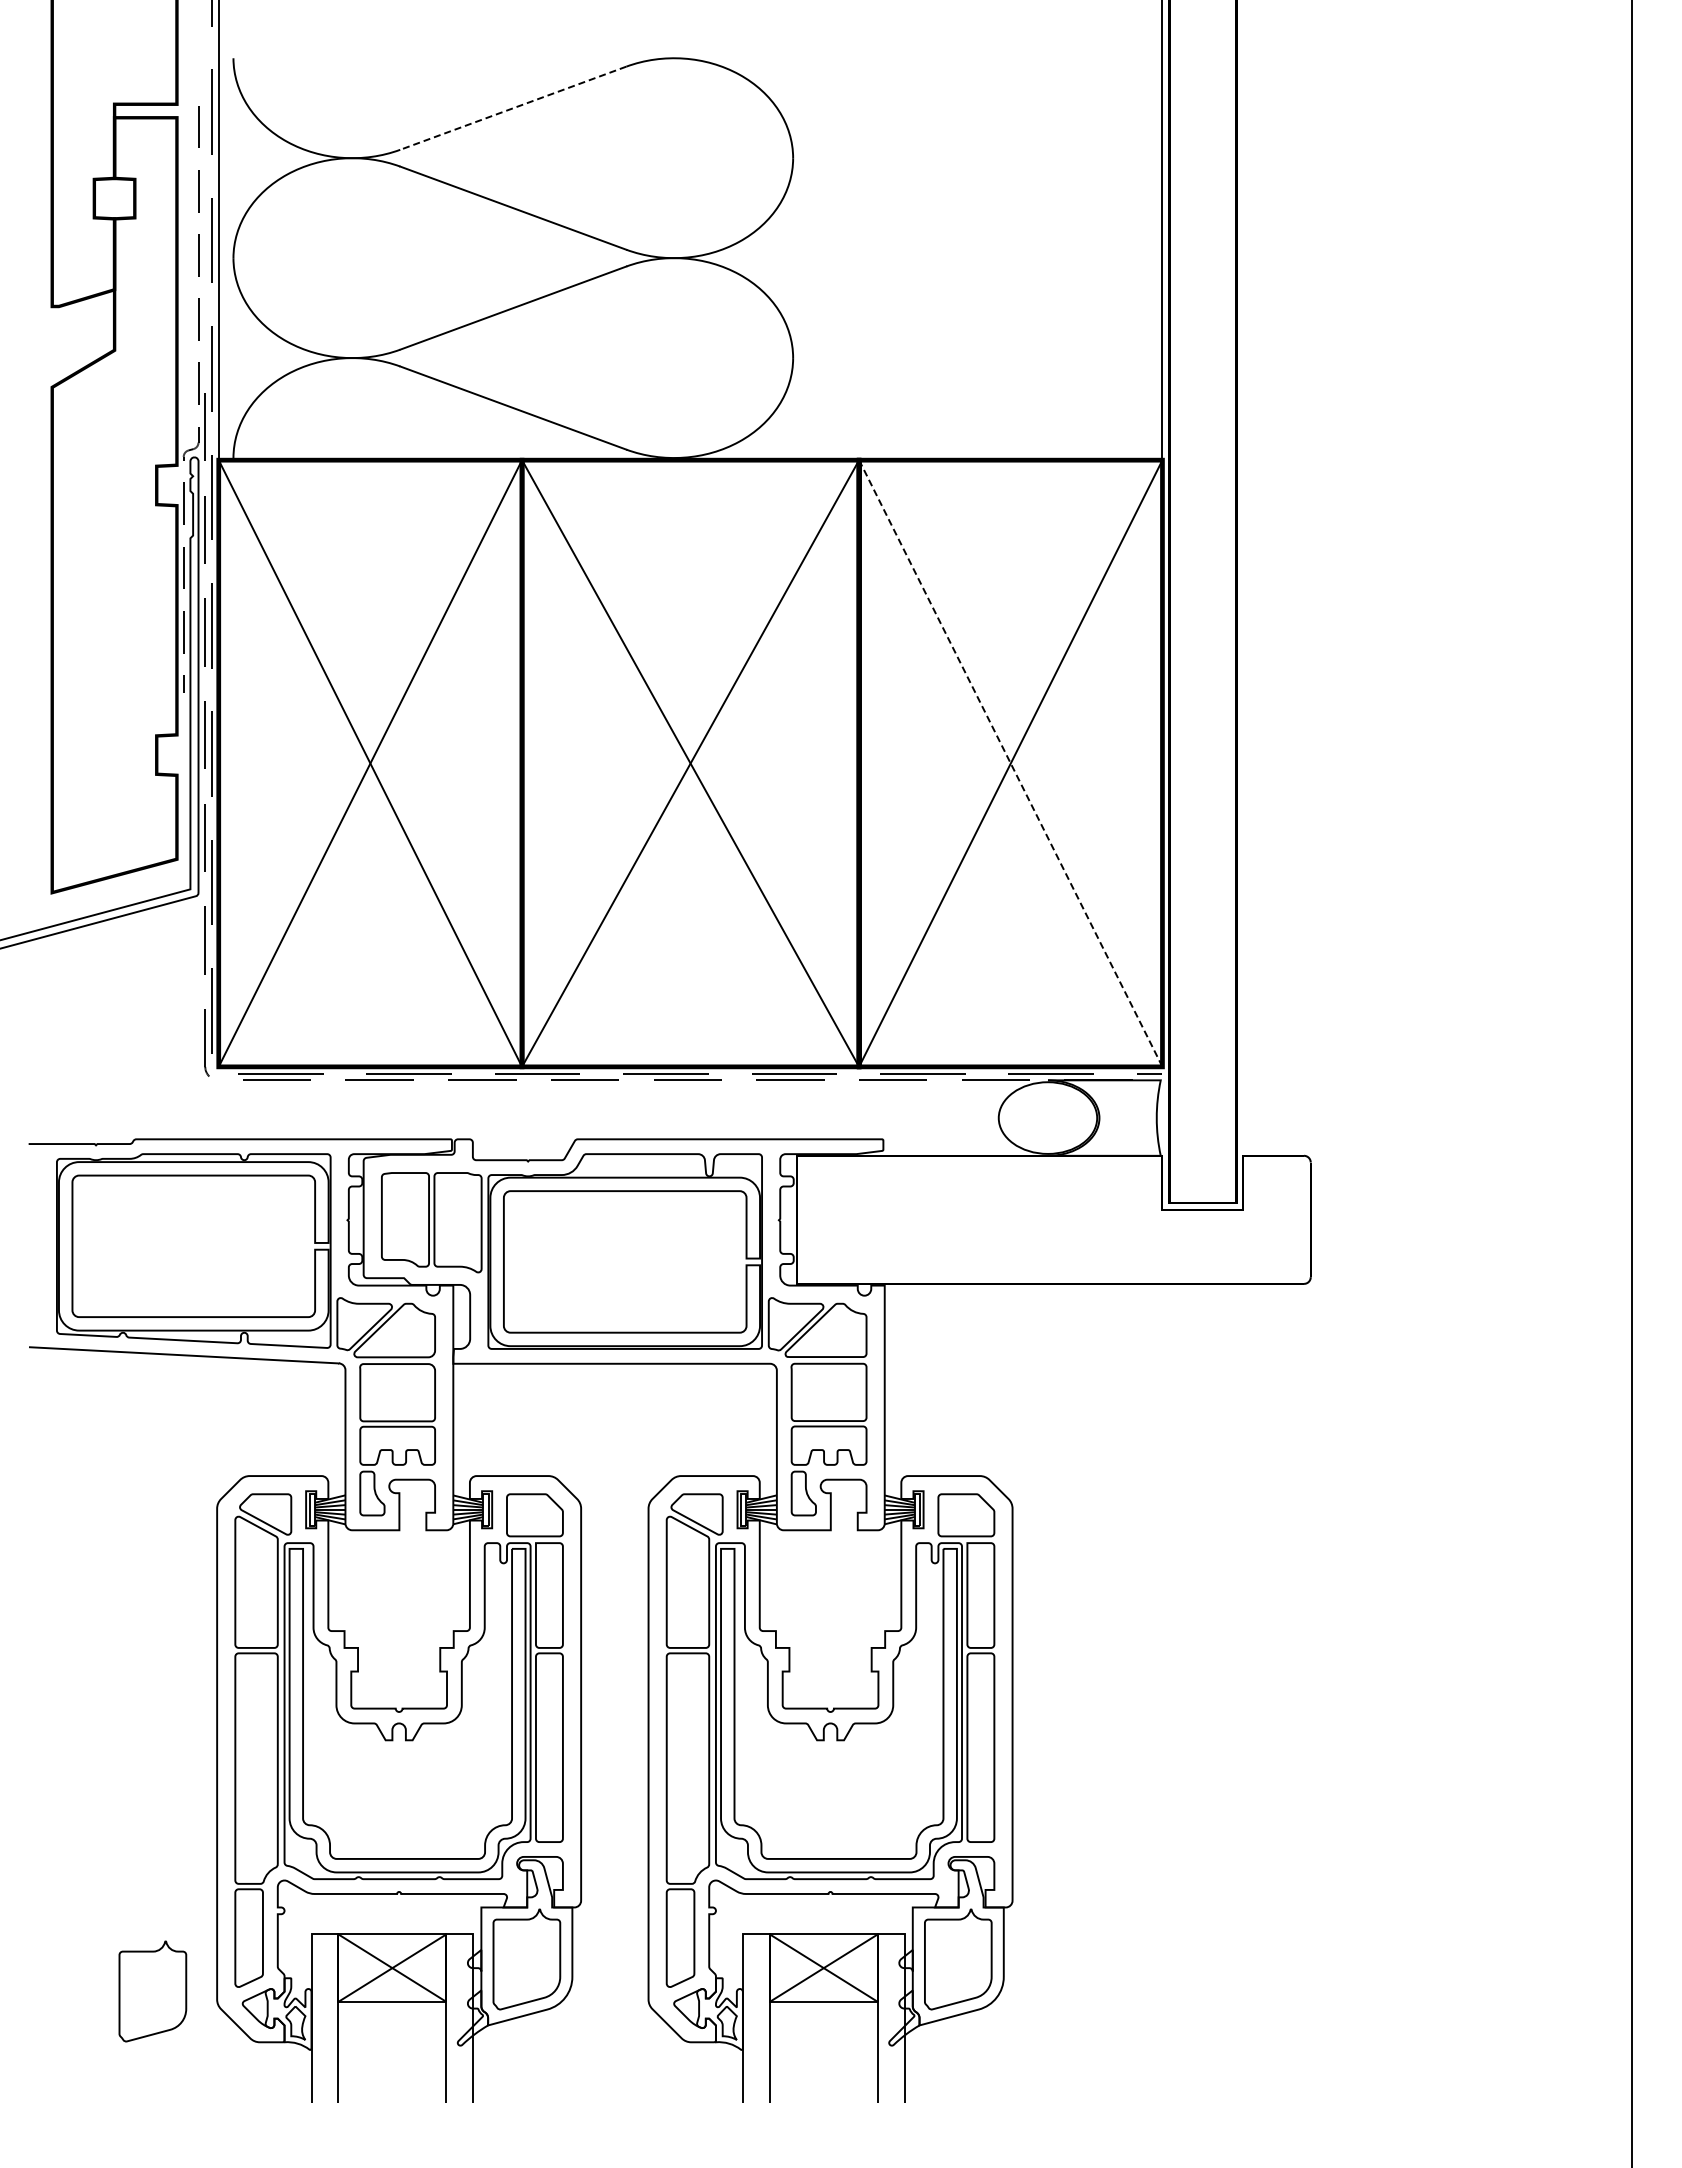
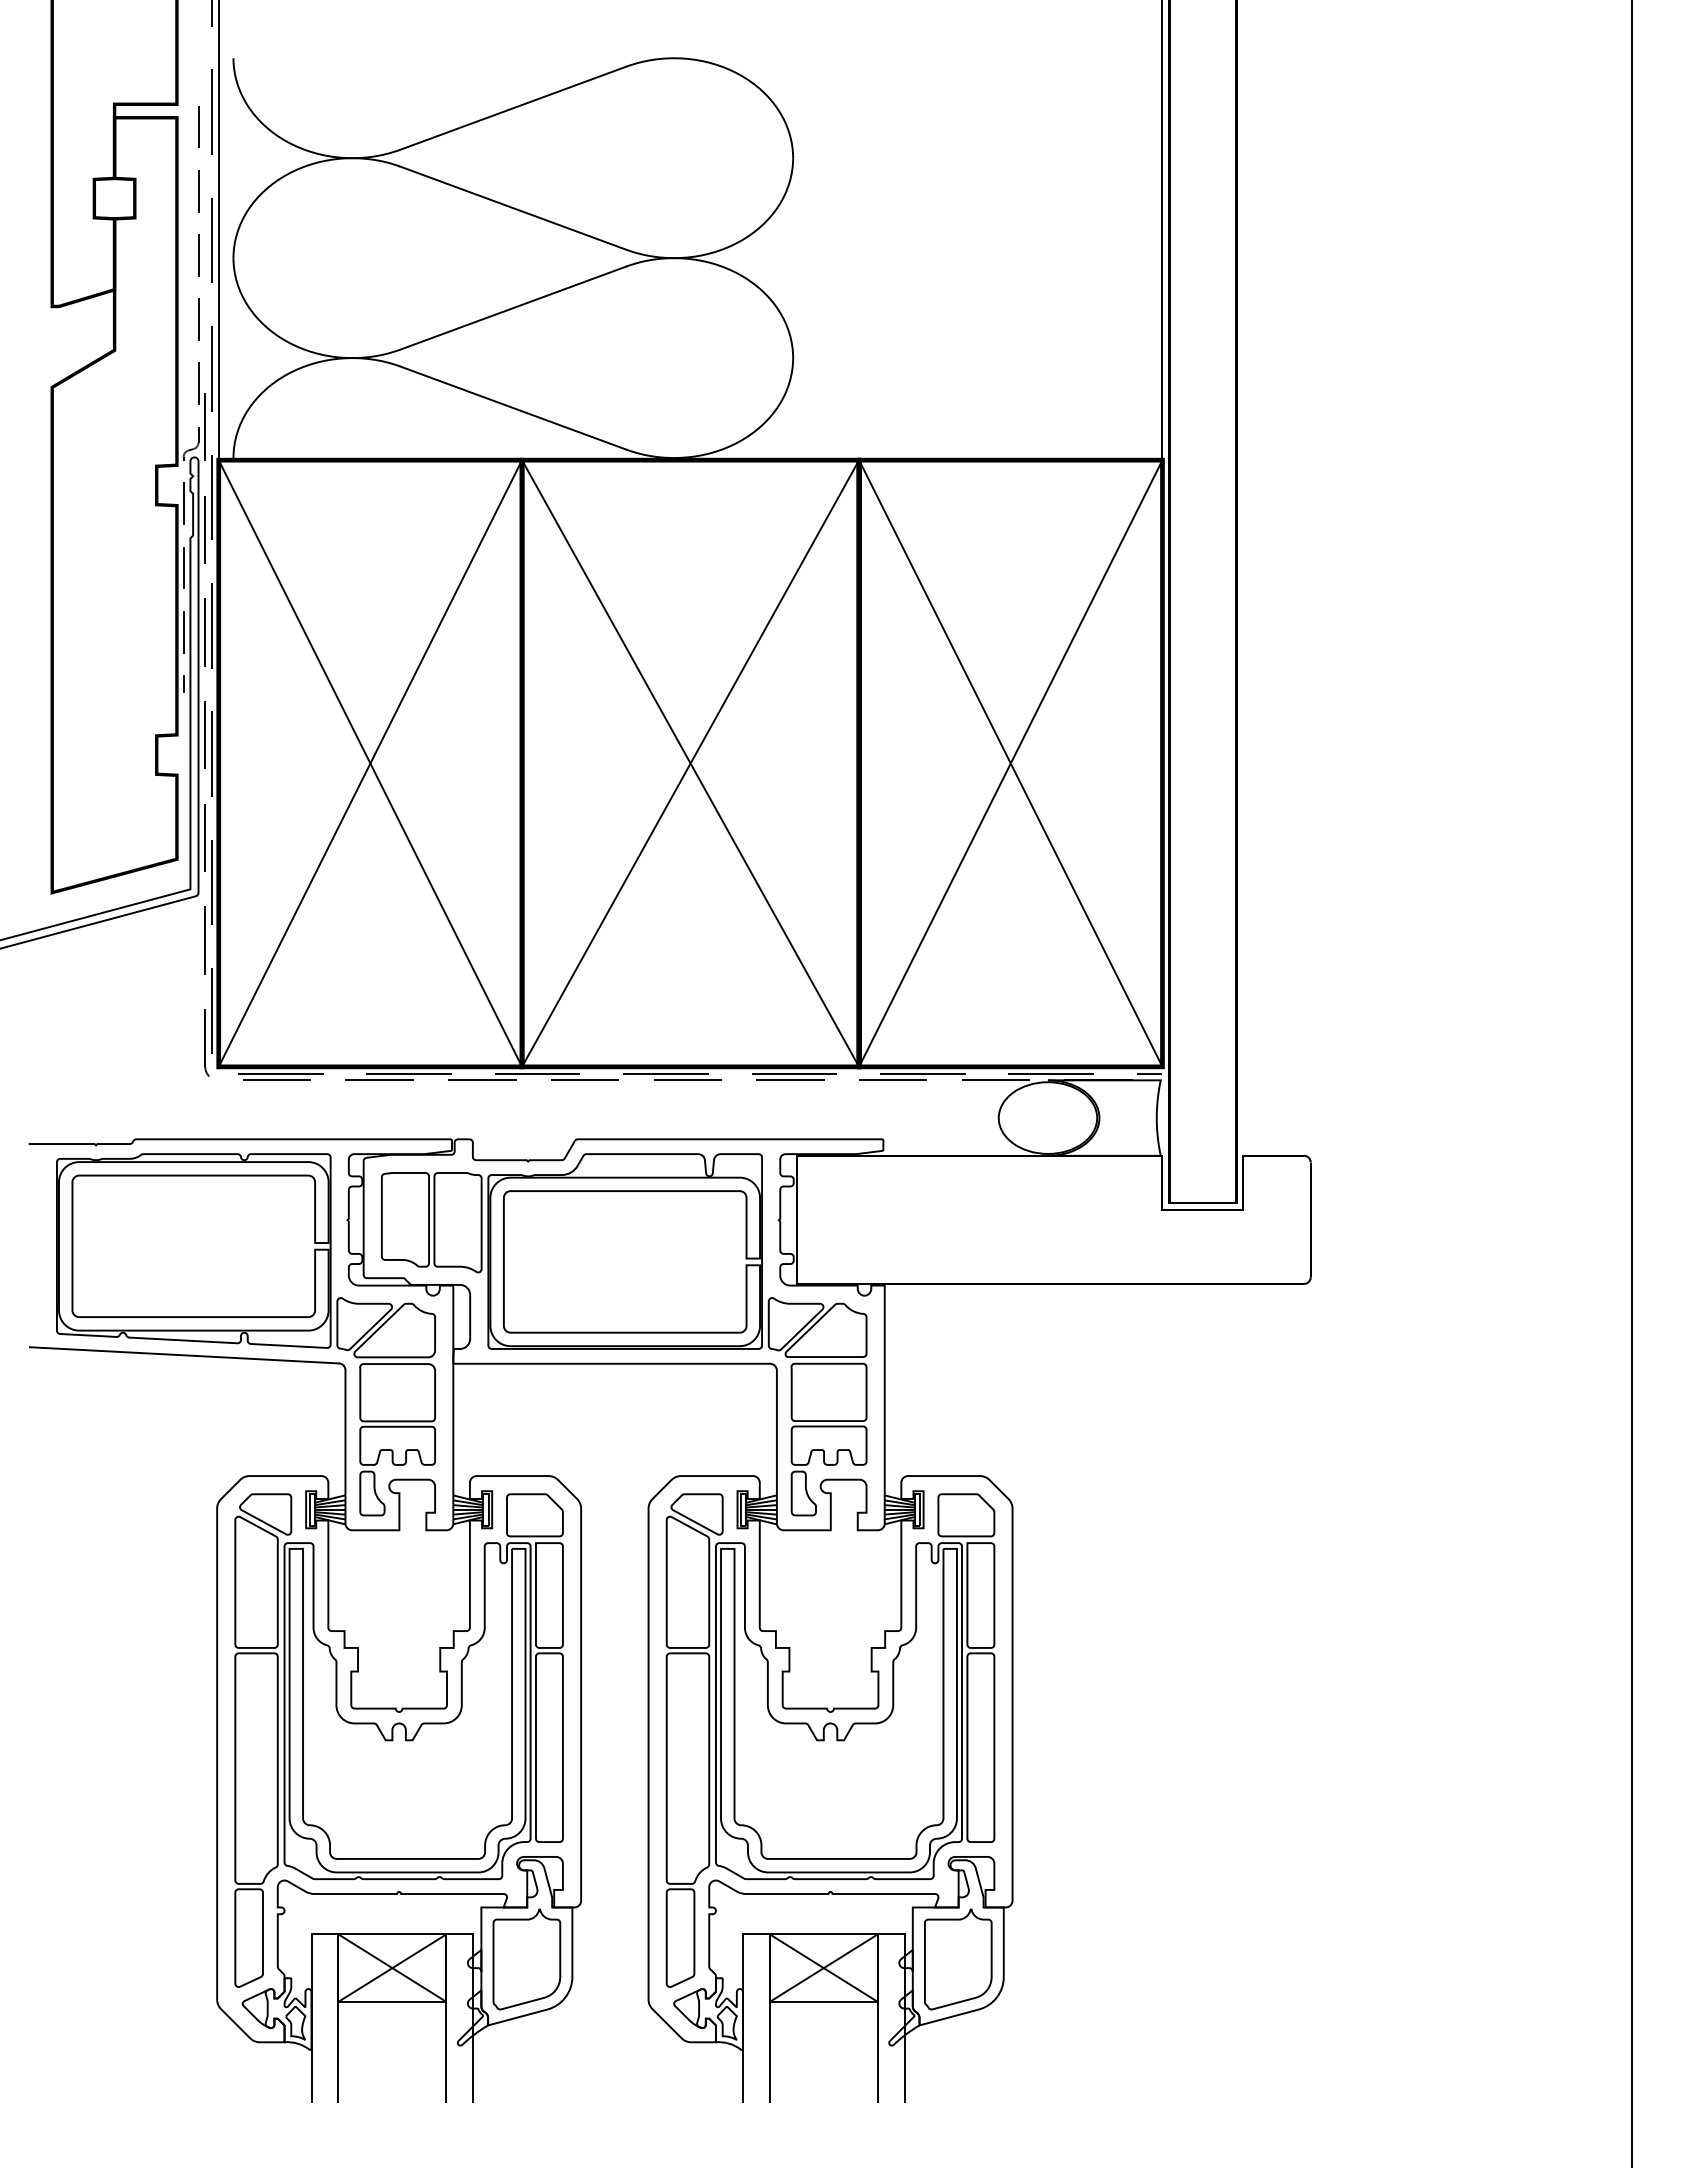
line at (512, 108): dashed -> solid
line at (1011, 763): dashed -> solid
part at (152, 1991): present -> none
